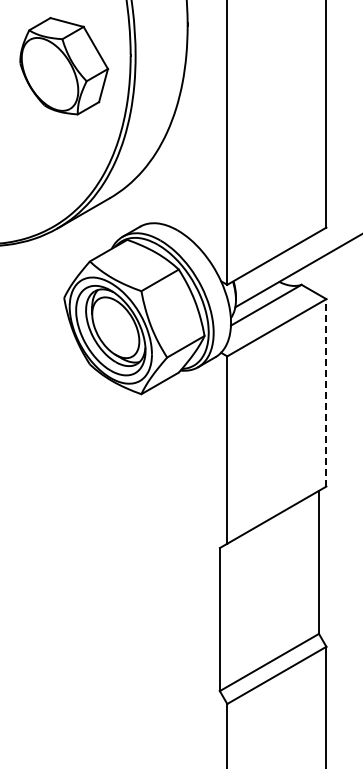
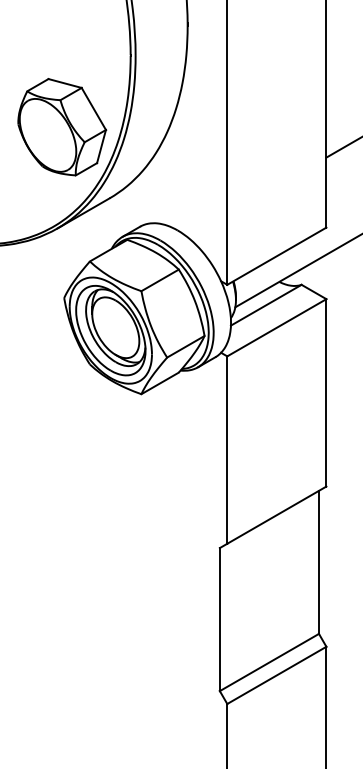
part at (64, 66) position: (64, 66) -> (62, 127)
line at (342, 147): none -> present
line at (326, 392): dashed -> solid
